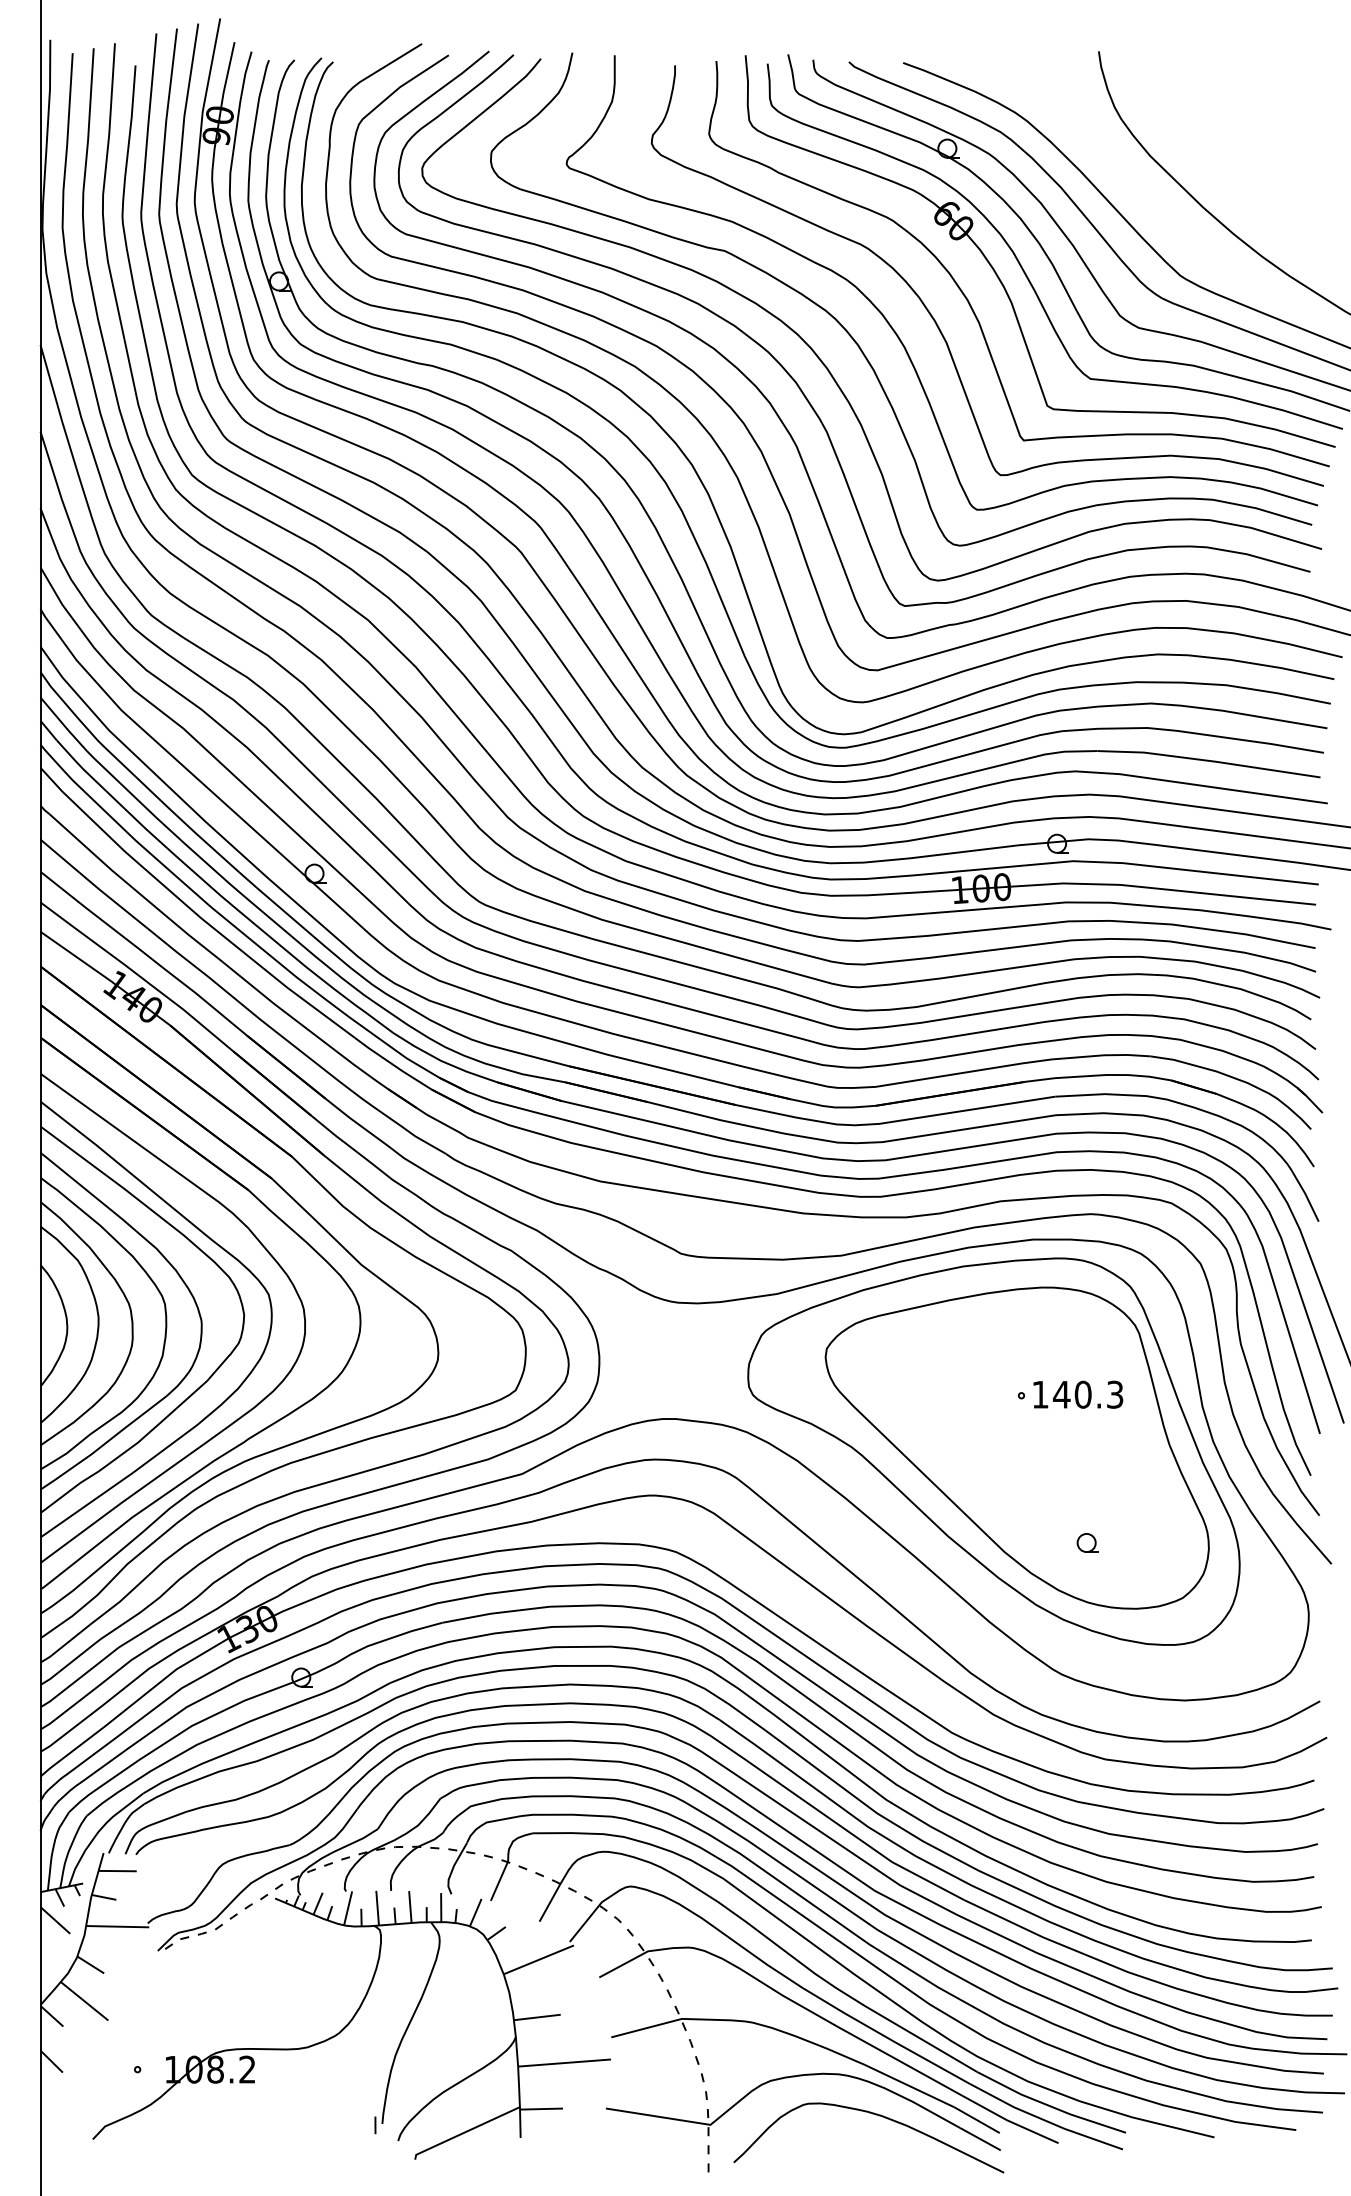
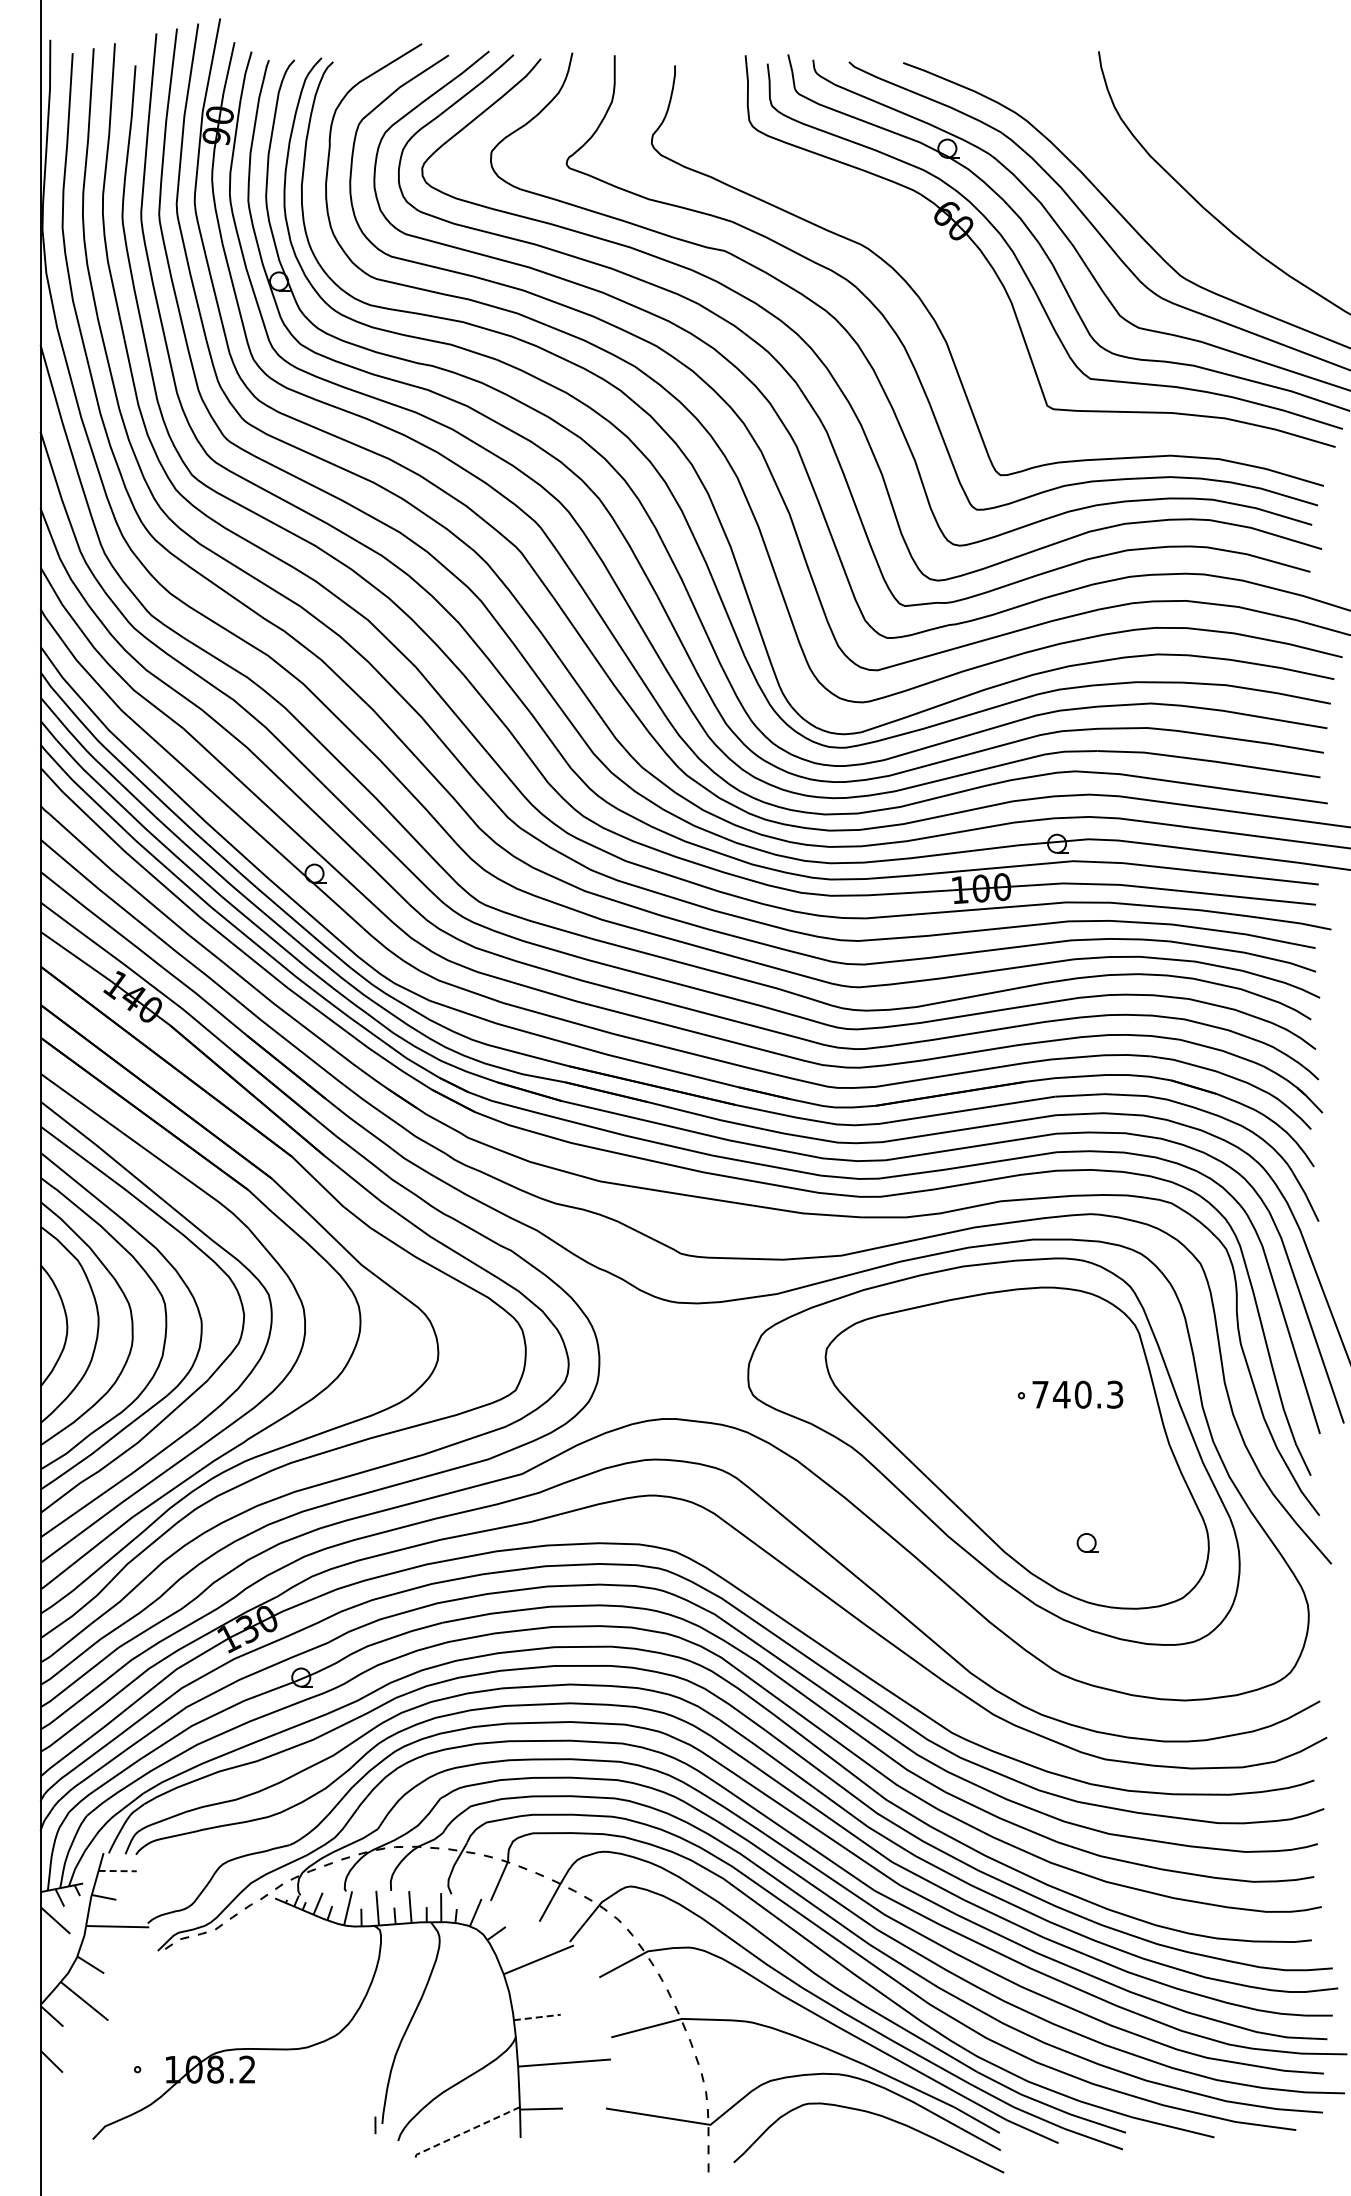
curve at (968, 299): present -> none
text at (1040, 1394): 140.3 -> 740.3
line at (118, 1871): solid -> dashed
line at (537, 2017): solid -> dashed
line at (464, 2132): solid -> dashed
